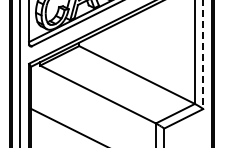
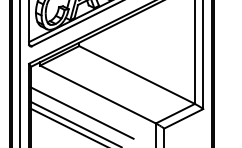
line at (203, 55): dashed -> solid
line at (81, 112): none -> present
line at (73, 122): none -> present
